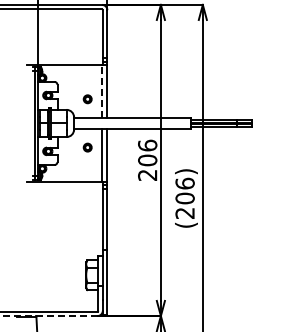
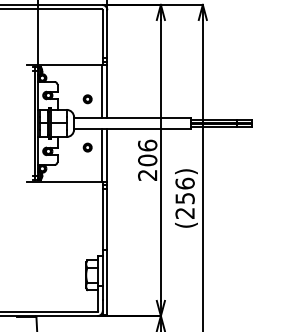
line at (102, 91): dashed -> solid
text at (184, 198): (206) -> (256)
line at (48, 316): dashed -> solid
